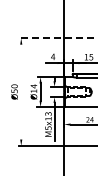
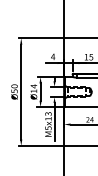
line at (58, 38): dashed -> solid
line at (21, 91): none -> present
